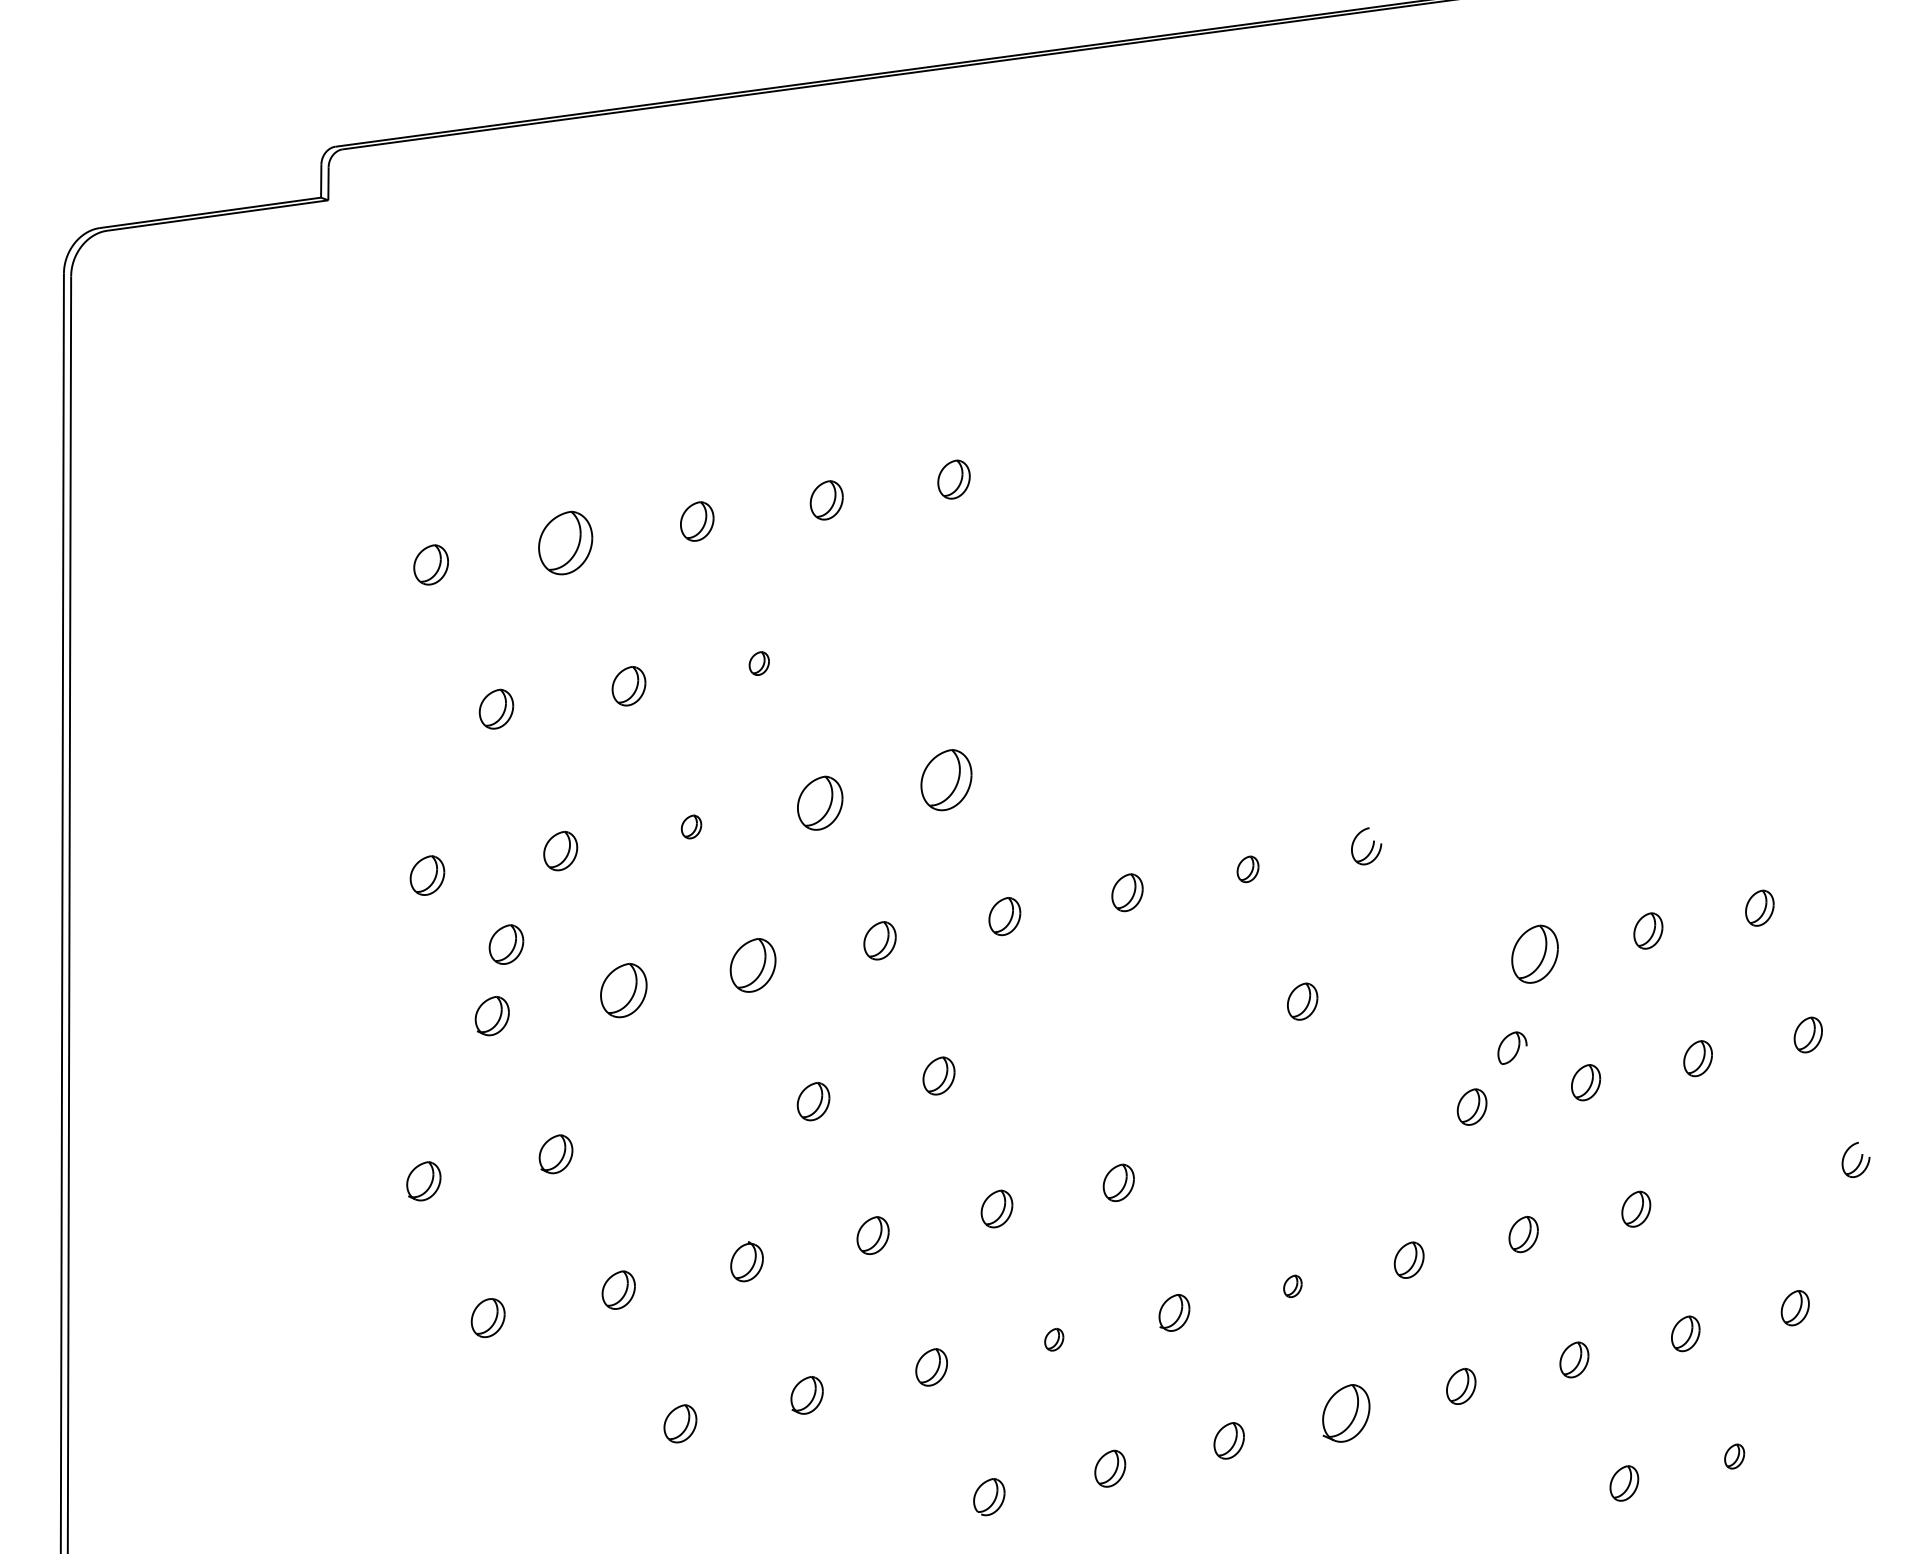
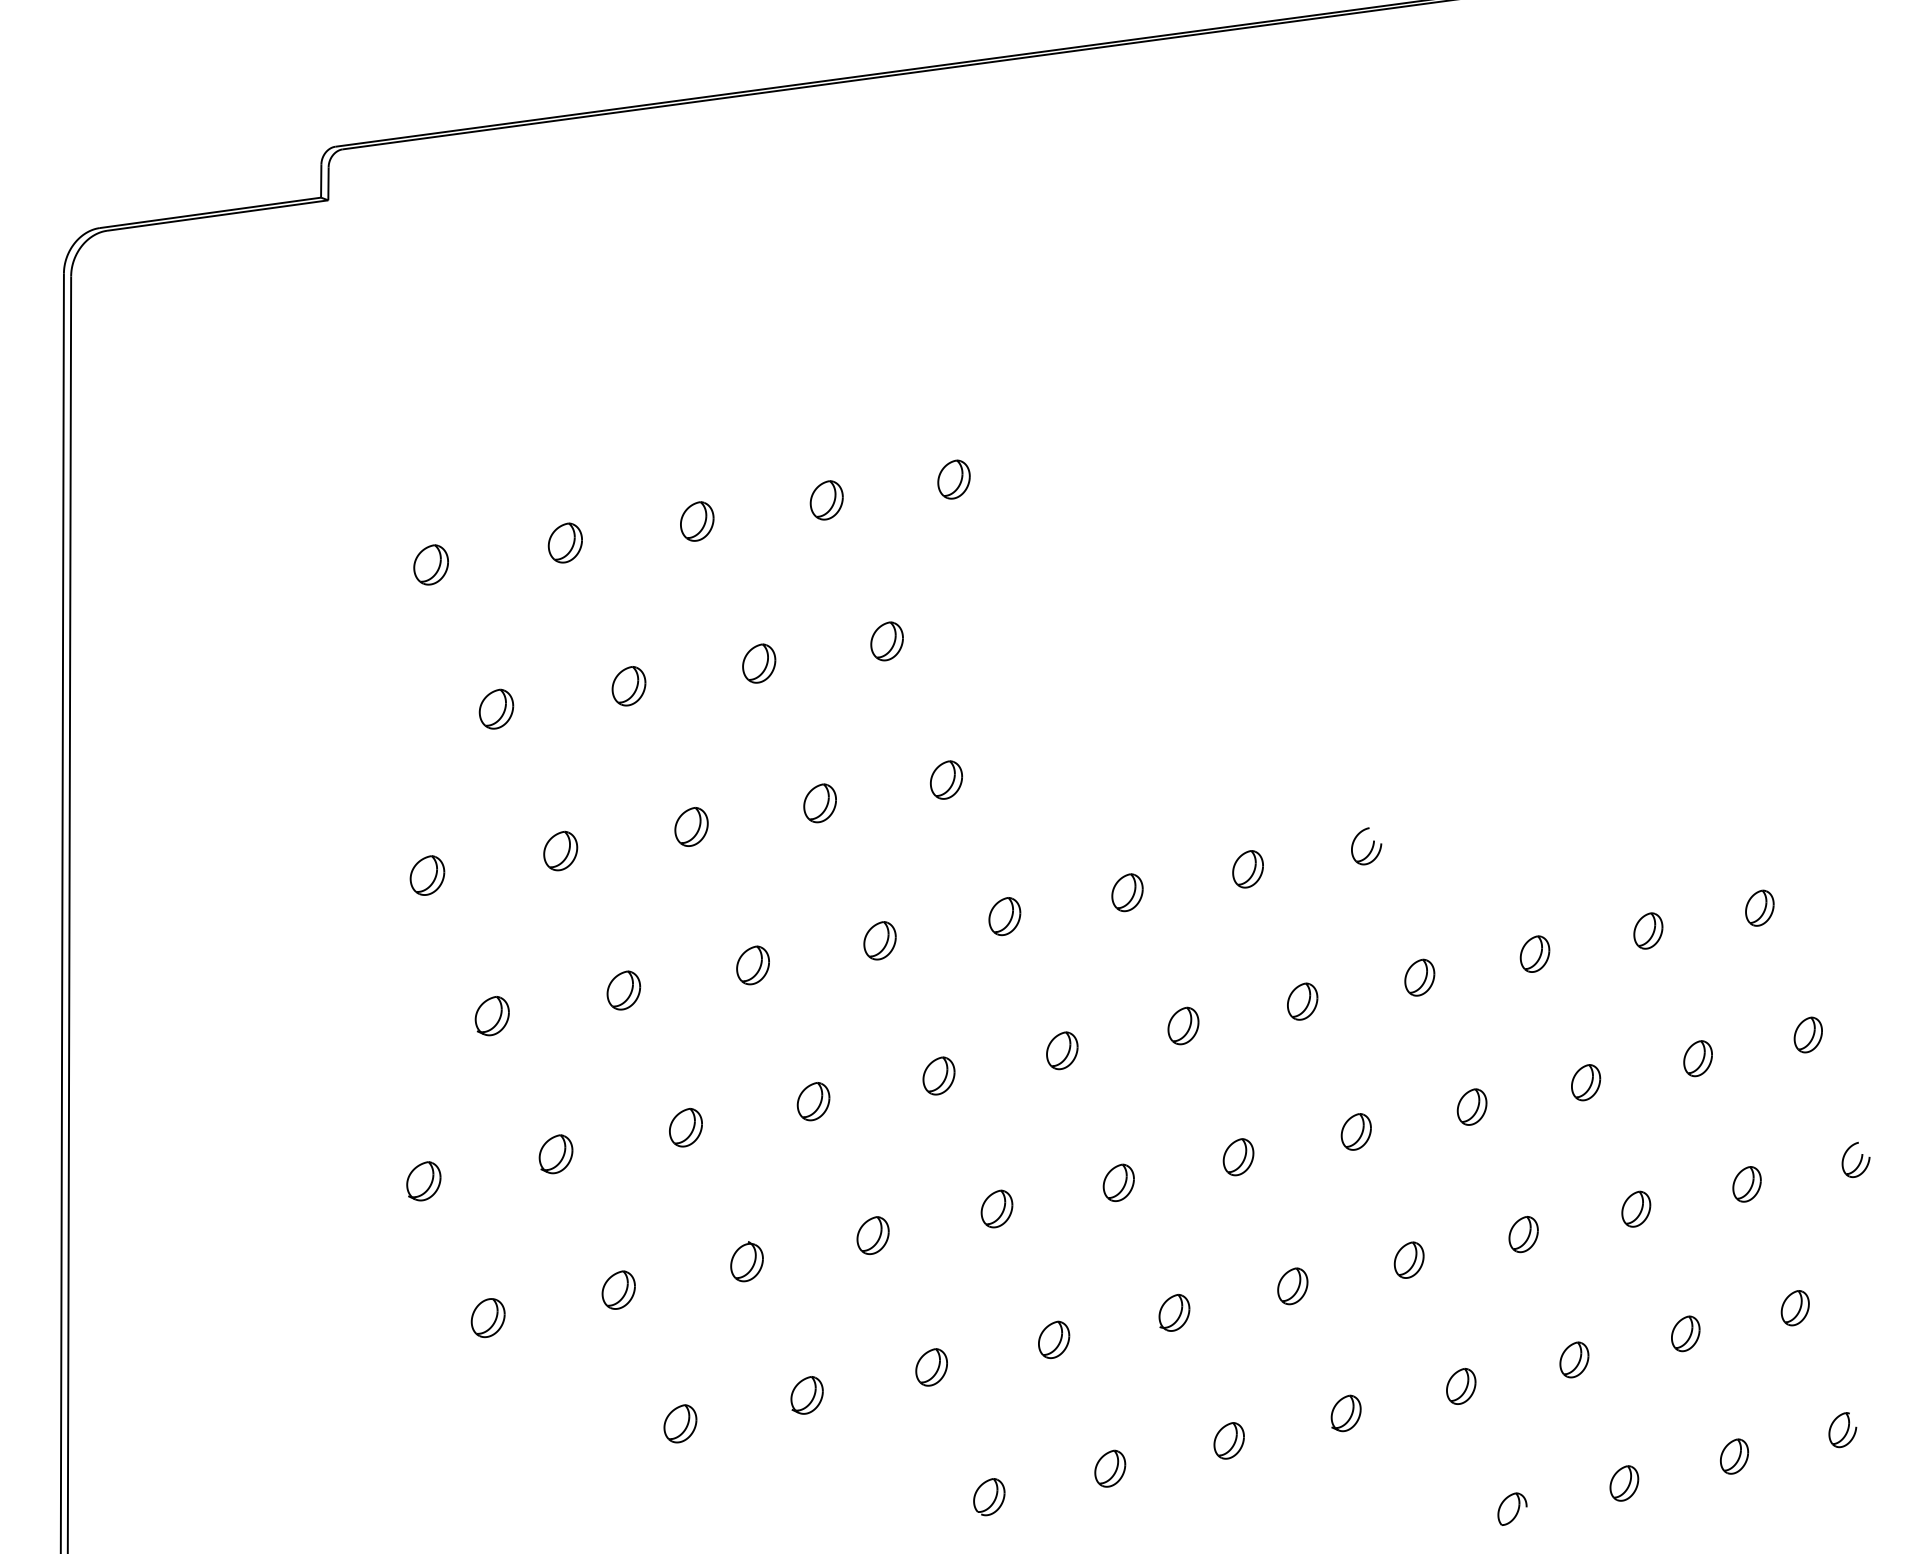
part at (565, 542) size: 56x66 px -> 36x42 px
part at (886, 641): none -> present
part at (758, 663) size: 22x25 px -> 35x41 px
part at (946, 780) size: 53x63 px -> 33x40 px
part at (820, 802) size: 47x56 px -> 34x41 px
part at (691, 826) size: 23x26 px -> 35x40 px
part at (1247, 869) size: 24x29 px -> 32x39 px
part at (506, 944): present -> none
part at (1534, 953) size: 48x60 px -> 32x38 px
part at (752, 965) size: 48x55 px -> 34x41 px
part at (1419, 977): none -> present
part at (623, 990) size: 48x56 px -> 36x41 px
part at (1183, 1025): none -> present
part at (1512, 1047) position: (1512, 1047) -> (1512, 1508)
part at (1062, 1050): none -> present
part at (685, 1127): none -> present
part at (1355, 1131): none -> present
part at (1238, 1157): none -> present
part at (1746, 1184): none -> present
part at (1292, 1286) size: 20x25 px -> 32x39 px
part at (1054, 1339) size: 21x24 px -> 33x39 px
part at (1346, 1413) size: 49x59 px -> 32x39 px
part at (1842, 1430): none -> present
part at (1734, 1456) size: 22x27 px -> 30x37 px
